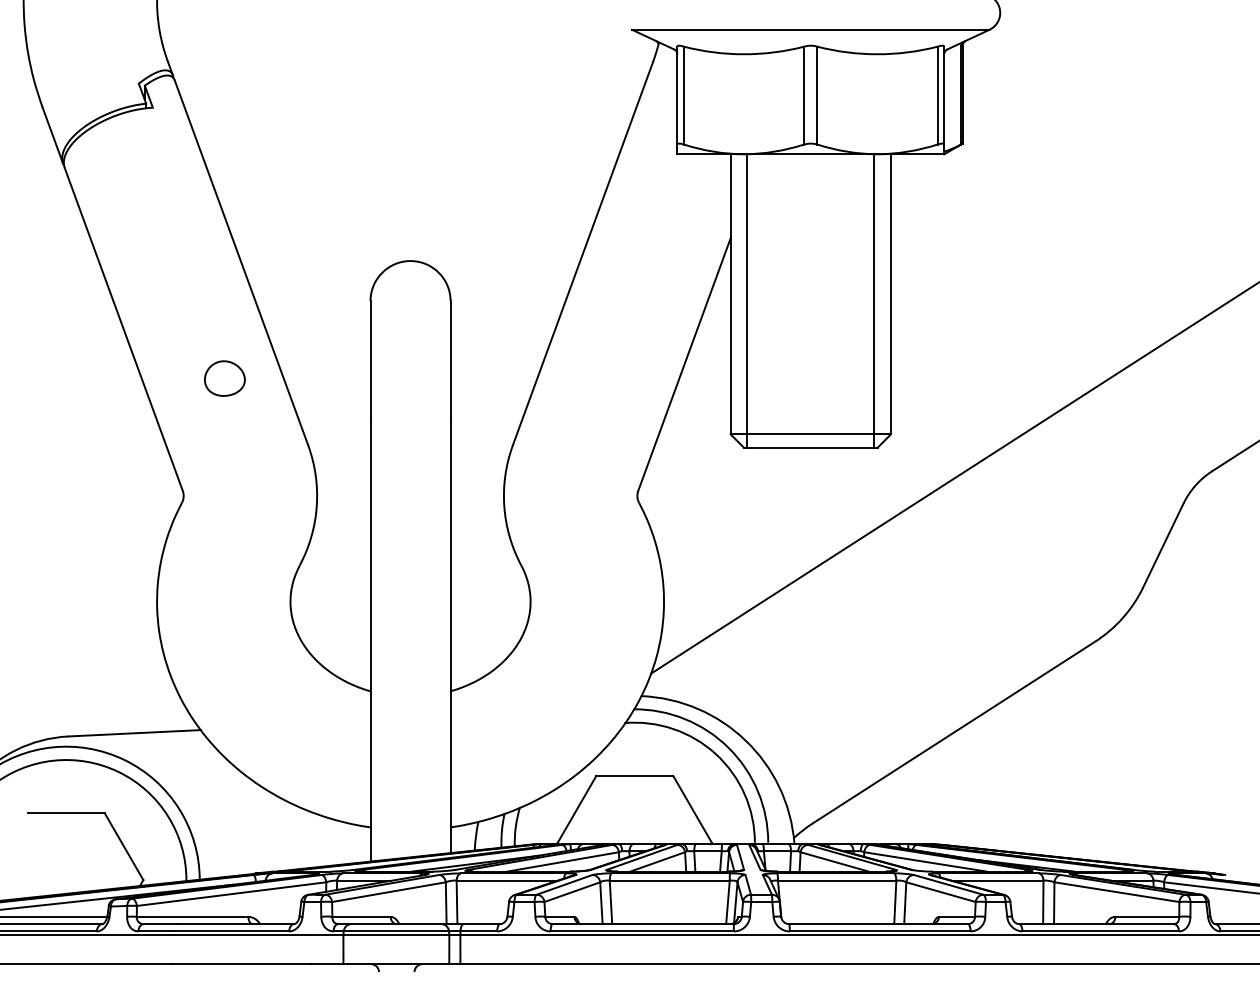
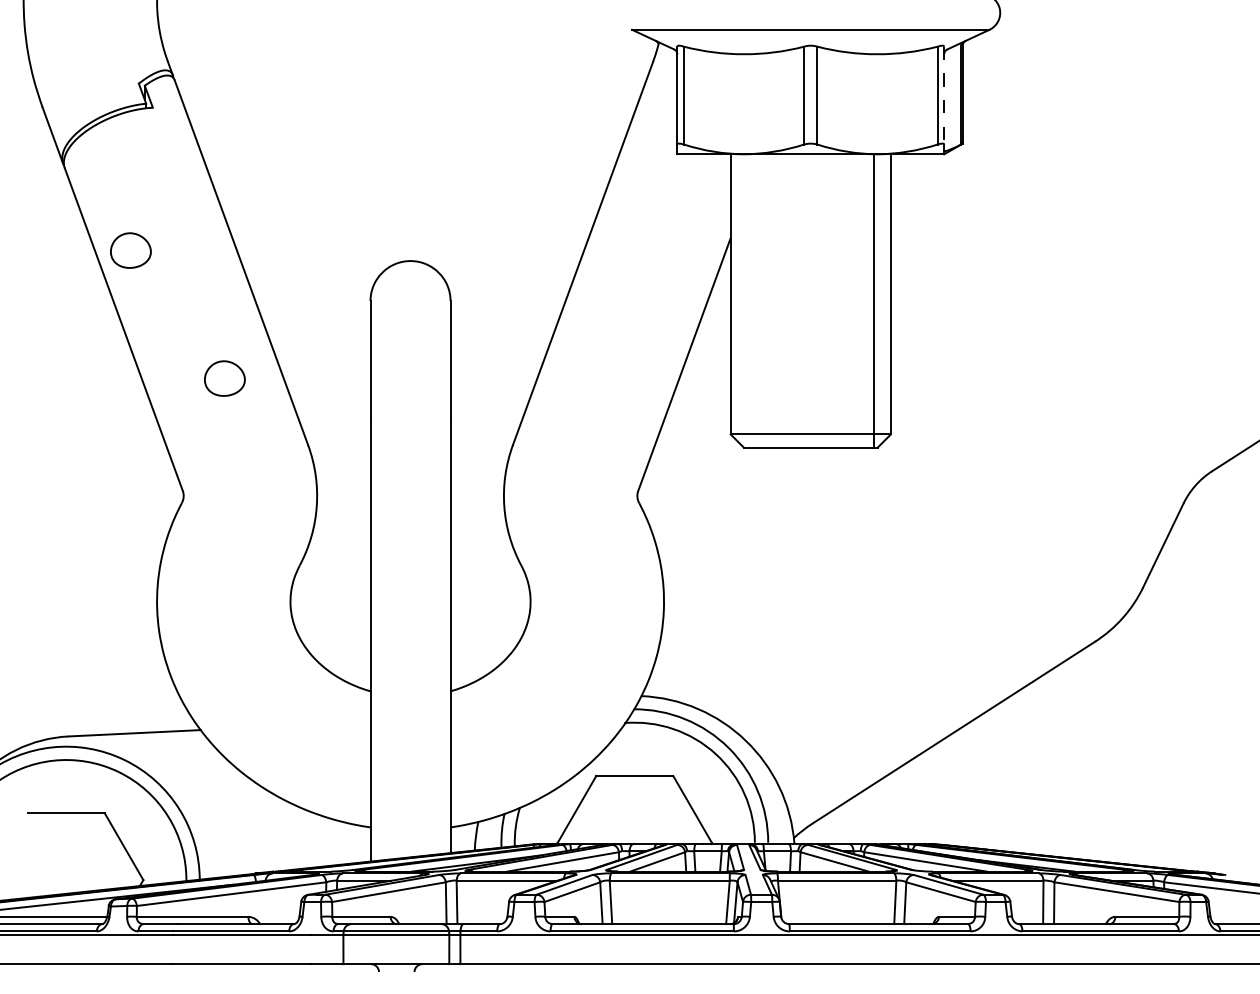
line at (944, 95): solid -> dashed
part at (130, 250): none -> present
line at (747, 300): present -> none
line at (953, 478): present -> none
